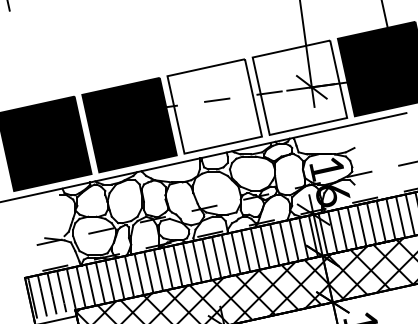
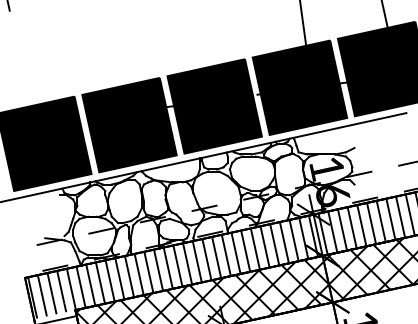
fill at (299, 87): none -> present
fill at (214, 106): none -> present
